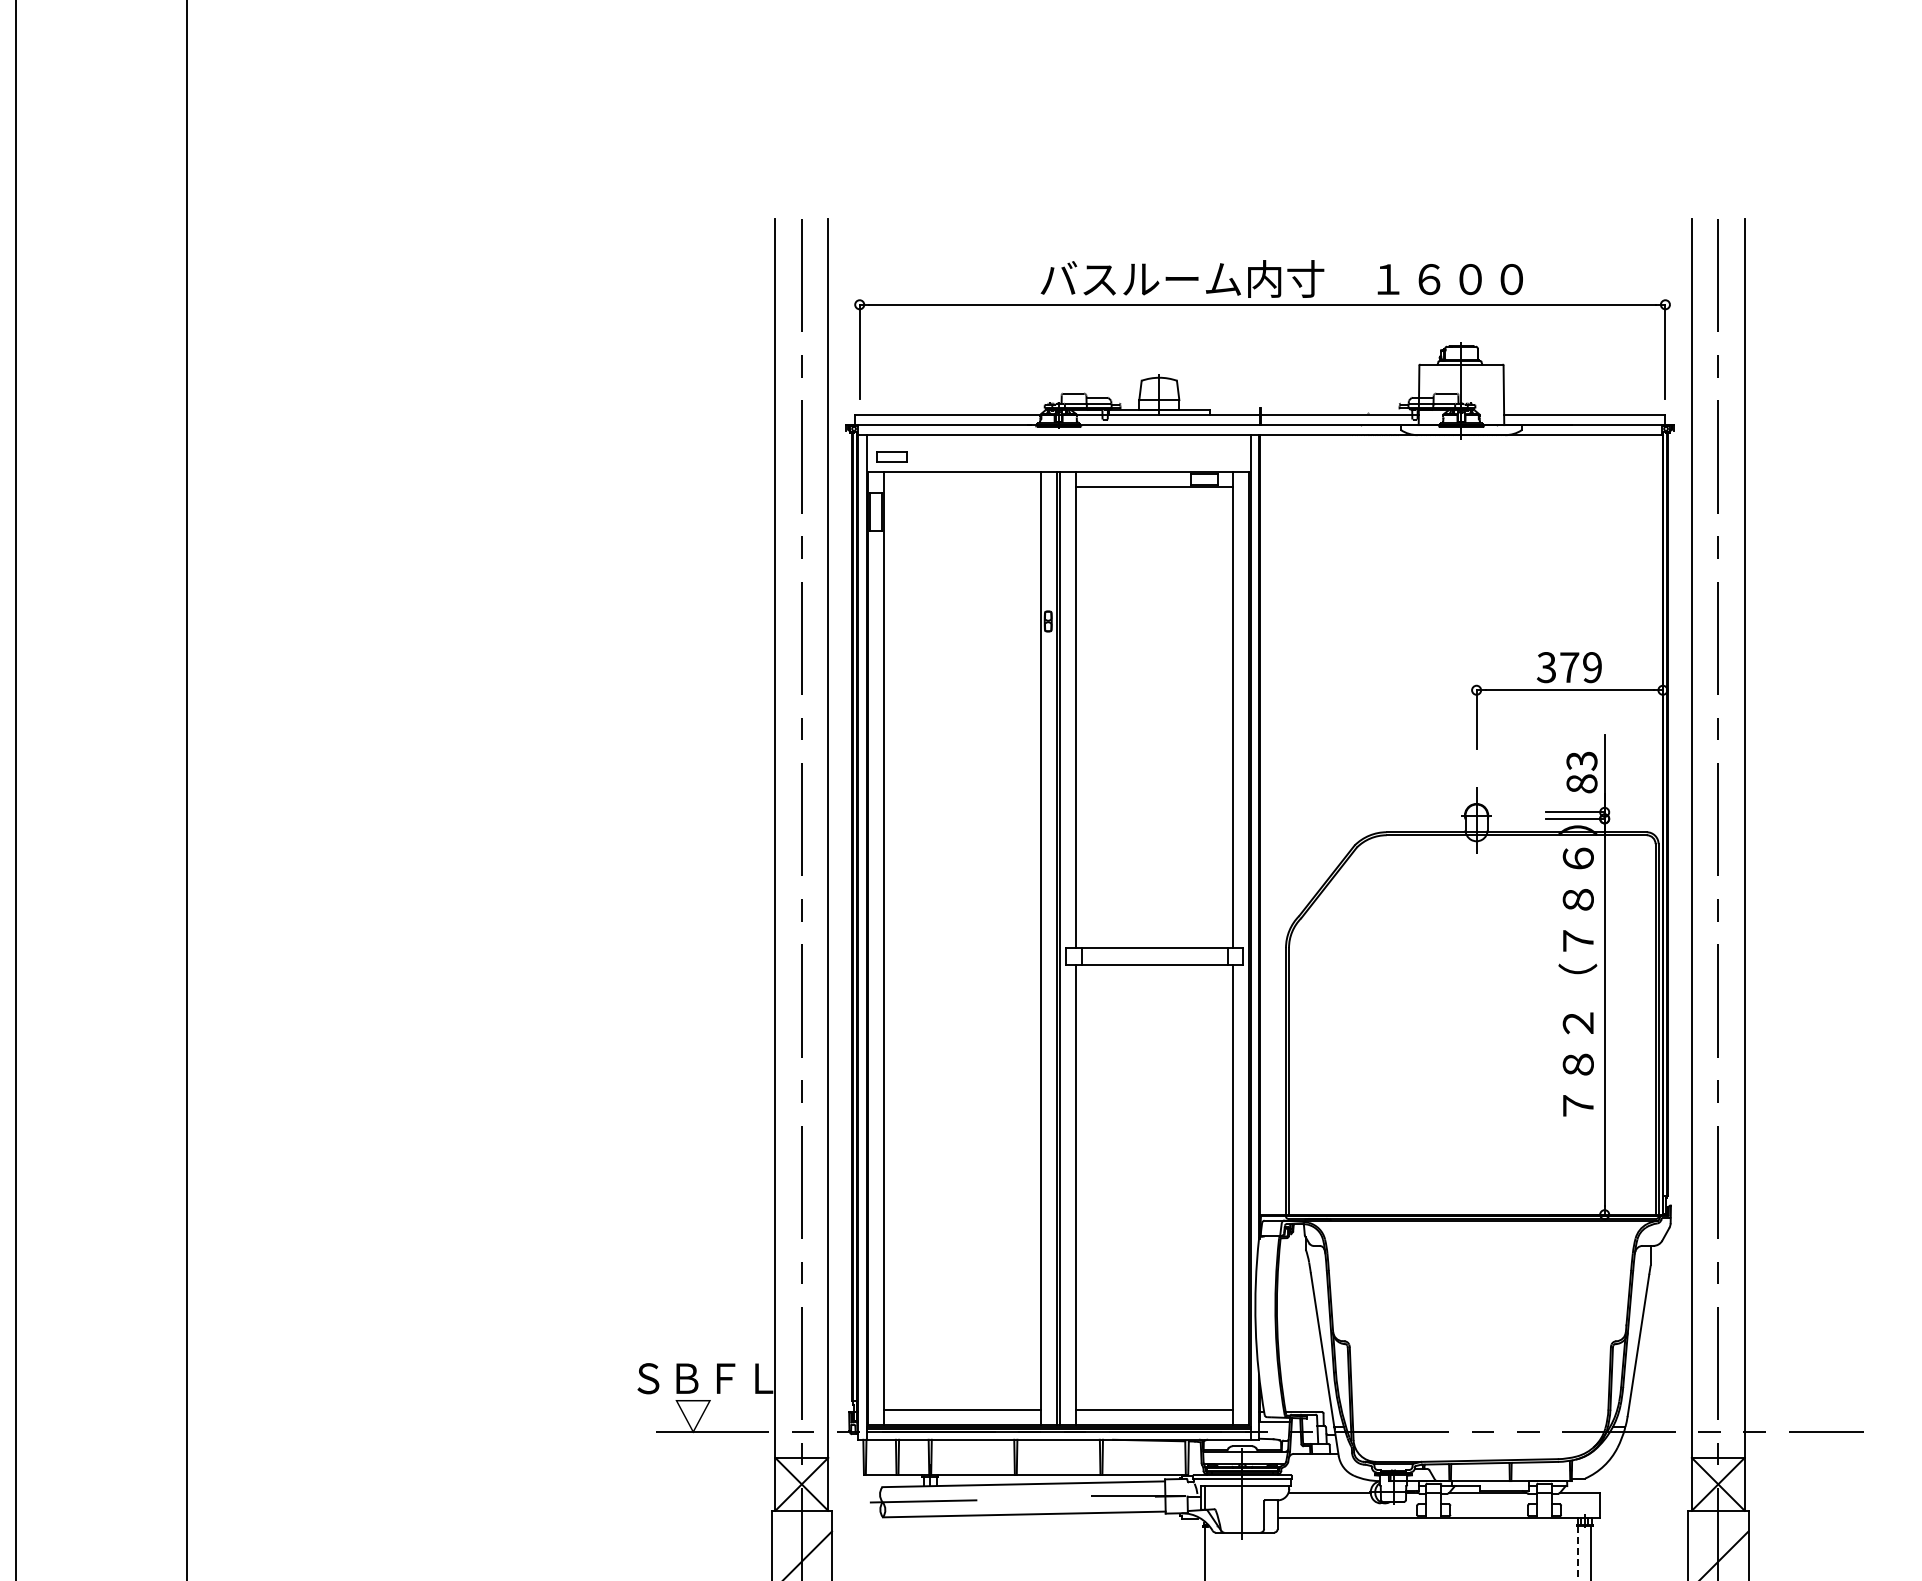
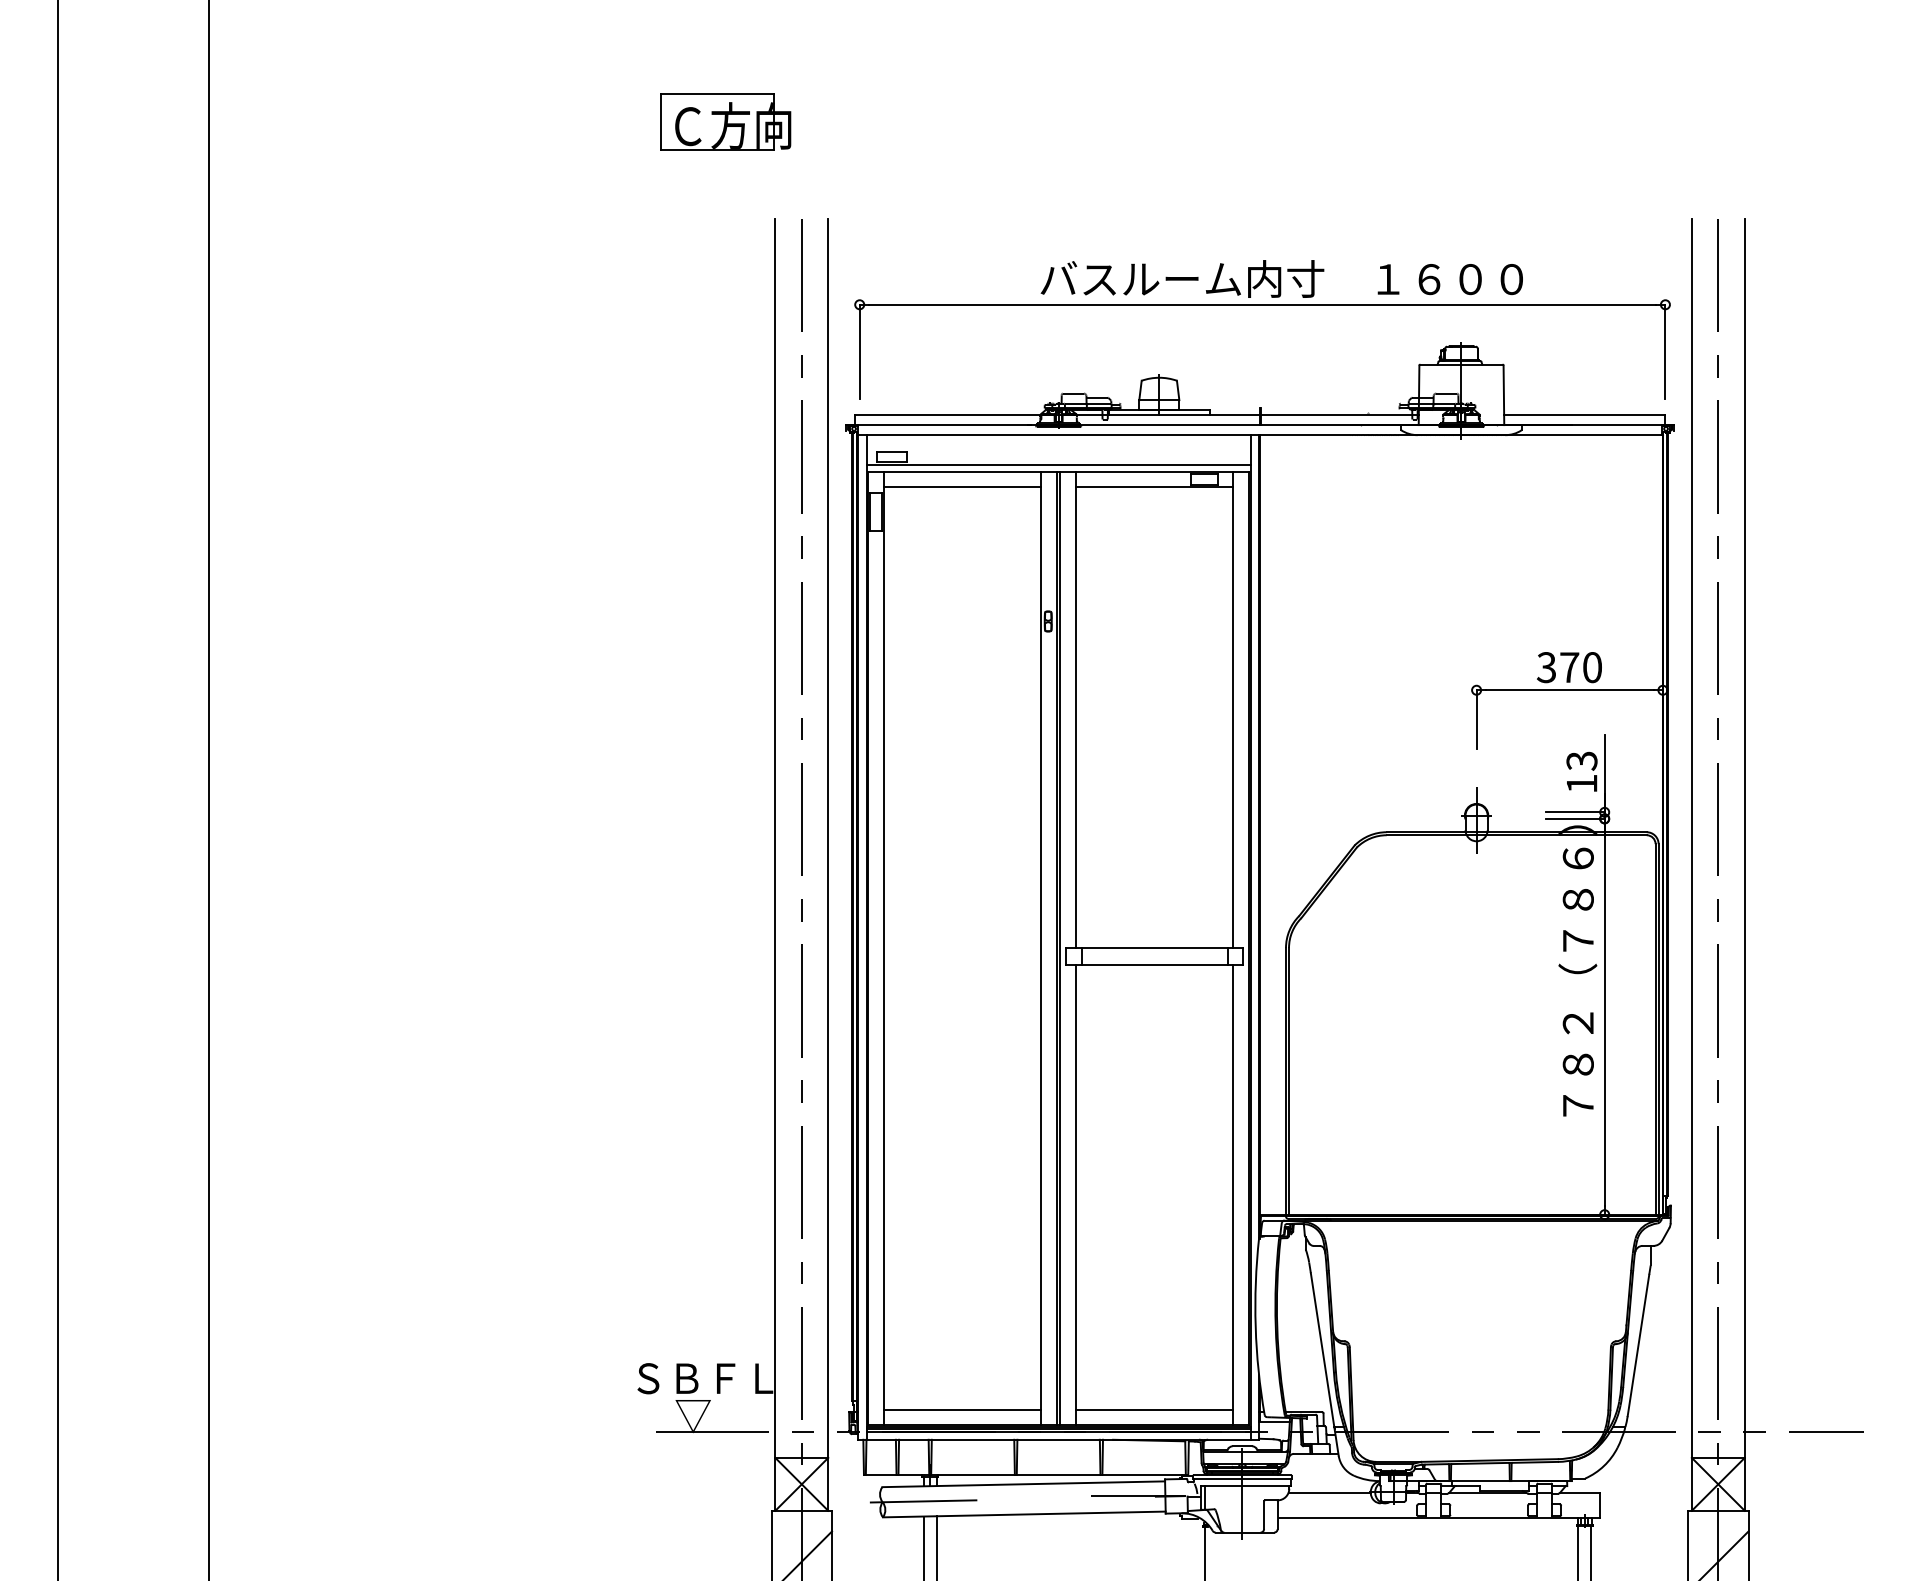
part at (725, 121): none -> present
line at (1058, 465): none -> present
line at (962, 487): none -> present
text at (1592, 667): 379 -> 370
text at (1581, 783): 83 -> 13
line at (15, 789) position: (15, 789) -> (57, 789)
line at (186, 789) position: (186, 789) -> (208, 789)
line at (923, 1546): none -> present
line at (936, 1546): none -> present
line at (1578, 1553): dashed -> solid
